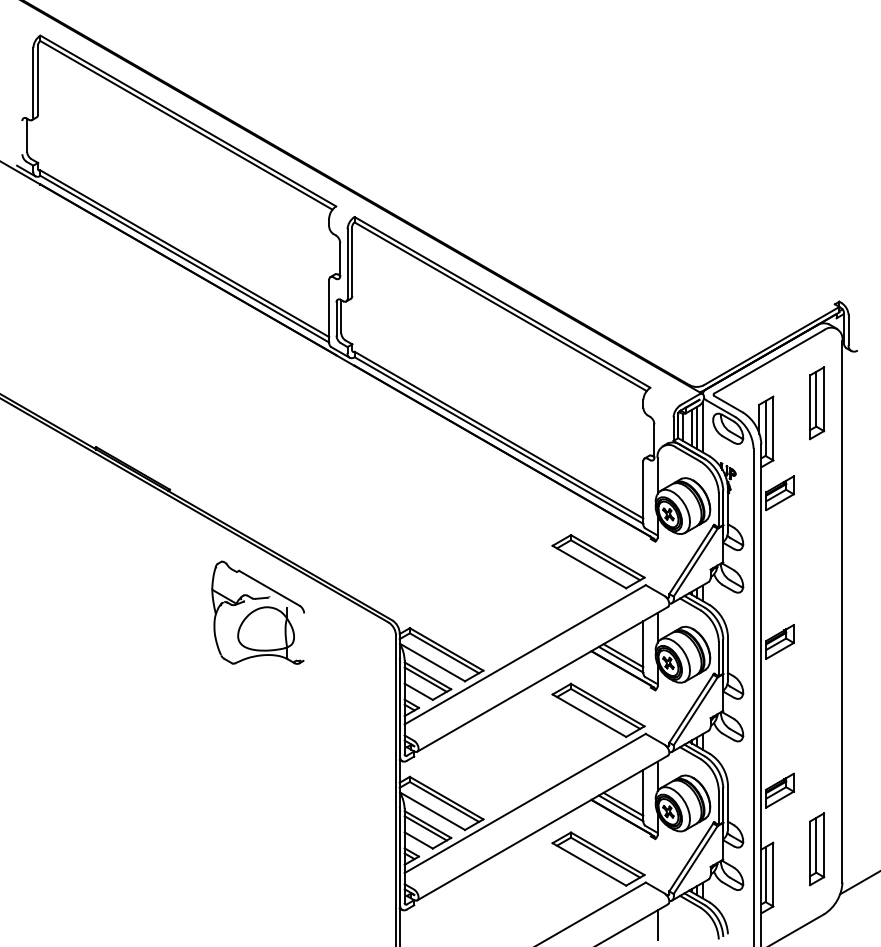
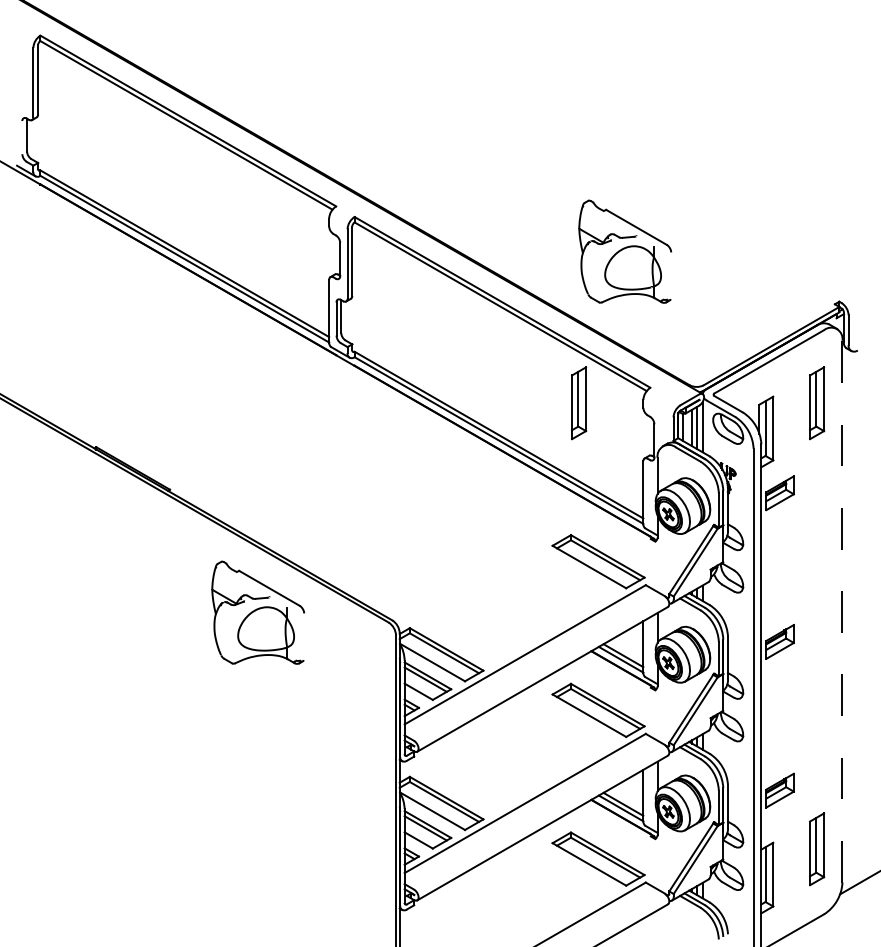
part at (624, 251): none -> present
part at (579, 403): none -> present
line at (842, 611): solid -> dashed
line at (657, 924): present -> none
